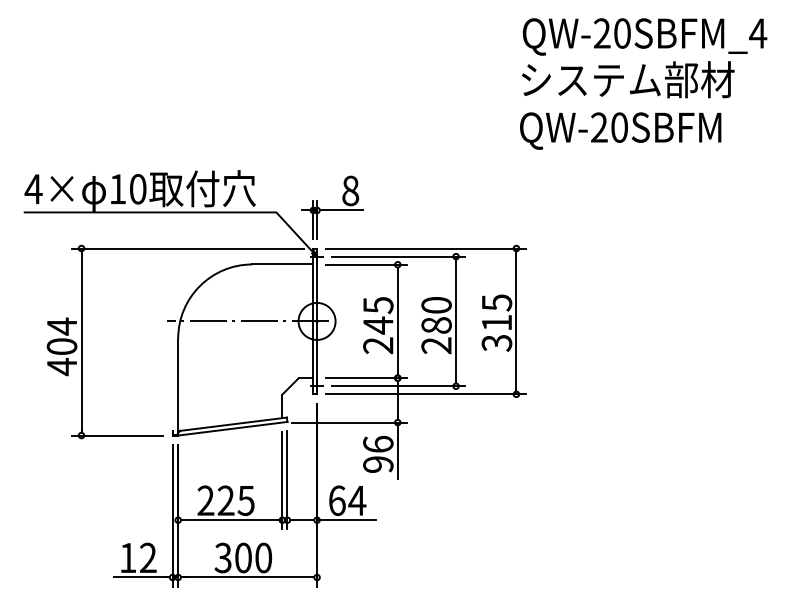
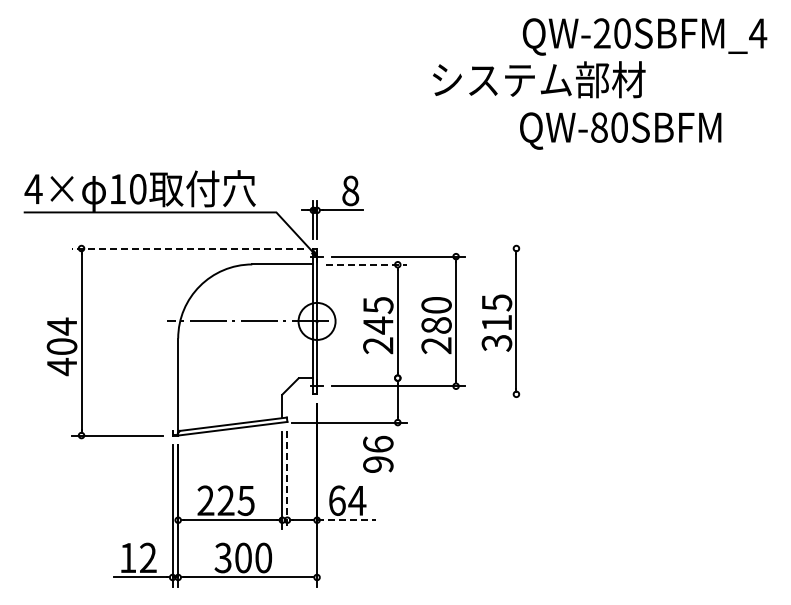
text at (628, 79) position: (628, 79) -> (539, 79)
text at (599, 127): QW-20SBFM -> QW-80SBFM
line at (188, 248): solid -> dashed
line at (425, 248): present -> none
line at (367, 264): solid -> dashed
line at (366, 378): present -> none
line at (425, 394): present -> none
line at (397, 450): present -> none
line at (287, 480): solid -> dashed
line at (346, 520): solid -> dashed
